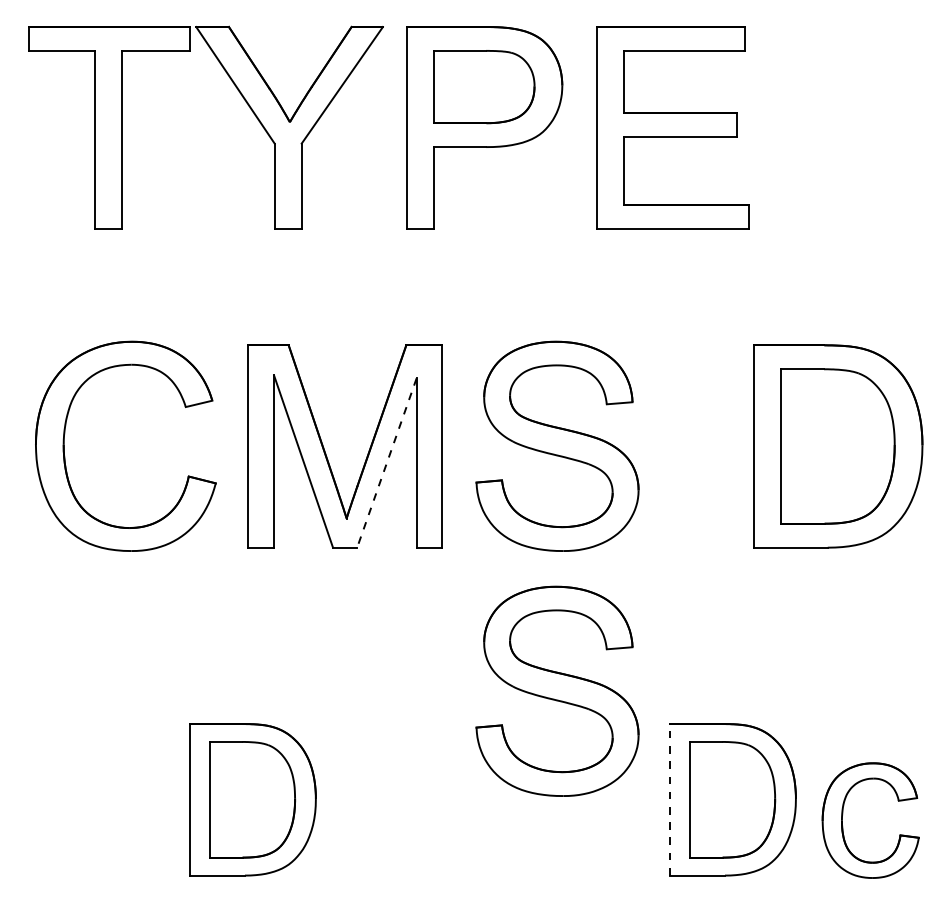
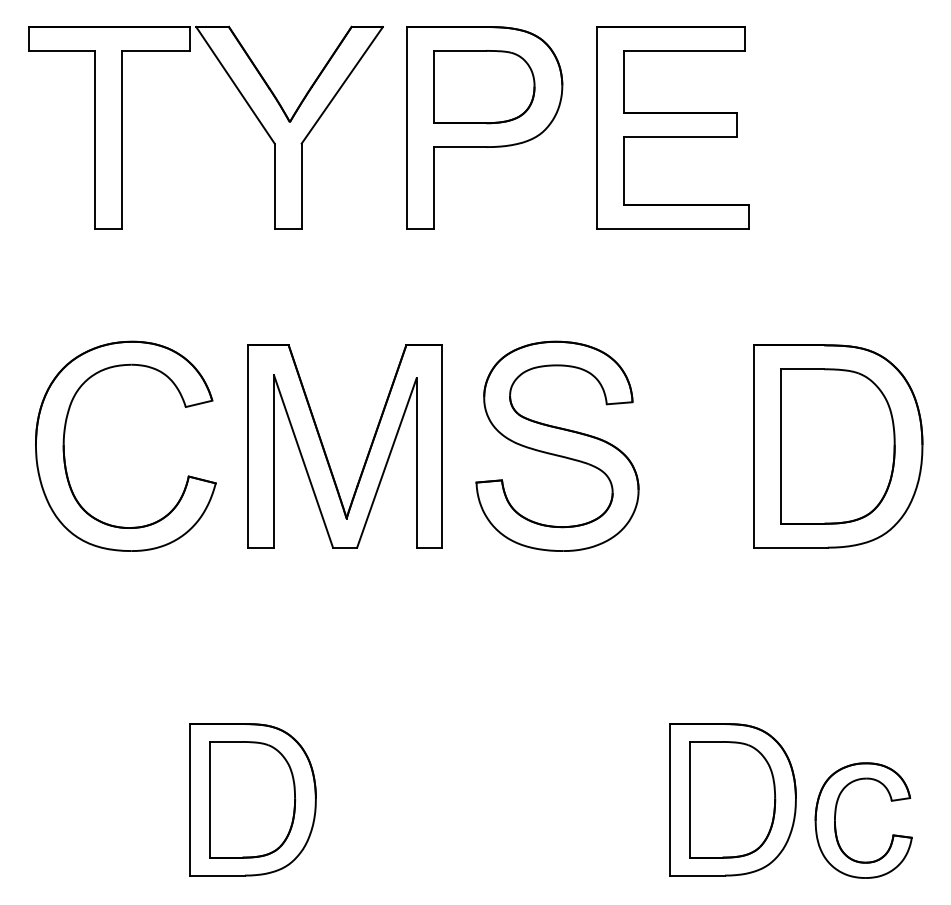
line at (386, 463): dashed -> solid
part at (557, 690): present -> none
line at (669, 799): dashed -> solid
part at (843, 814) position: (843, 814) -> (836, 814)
